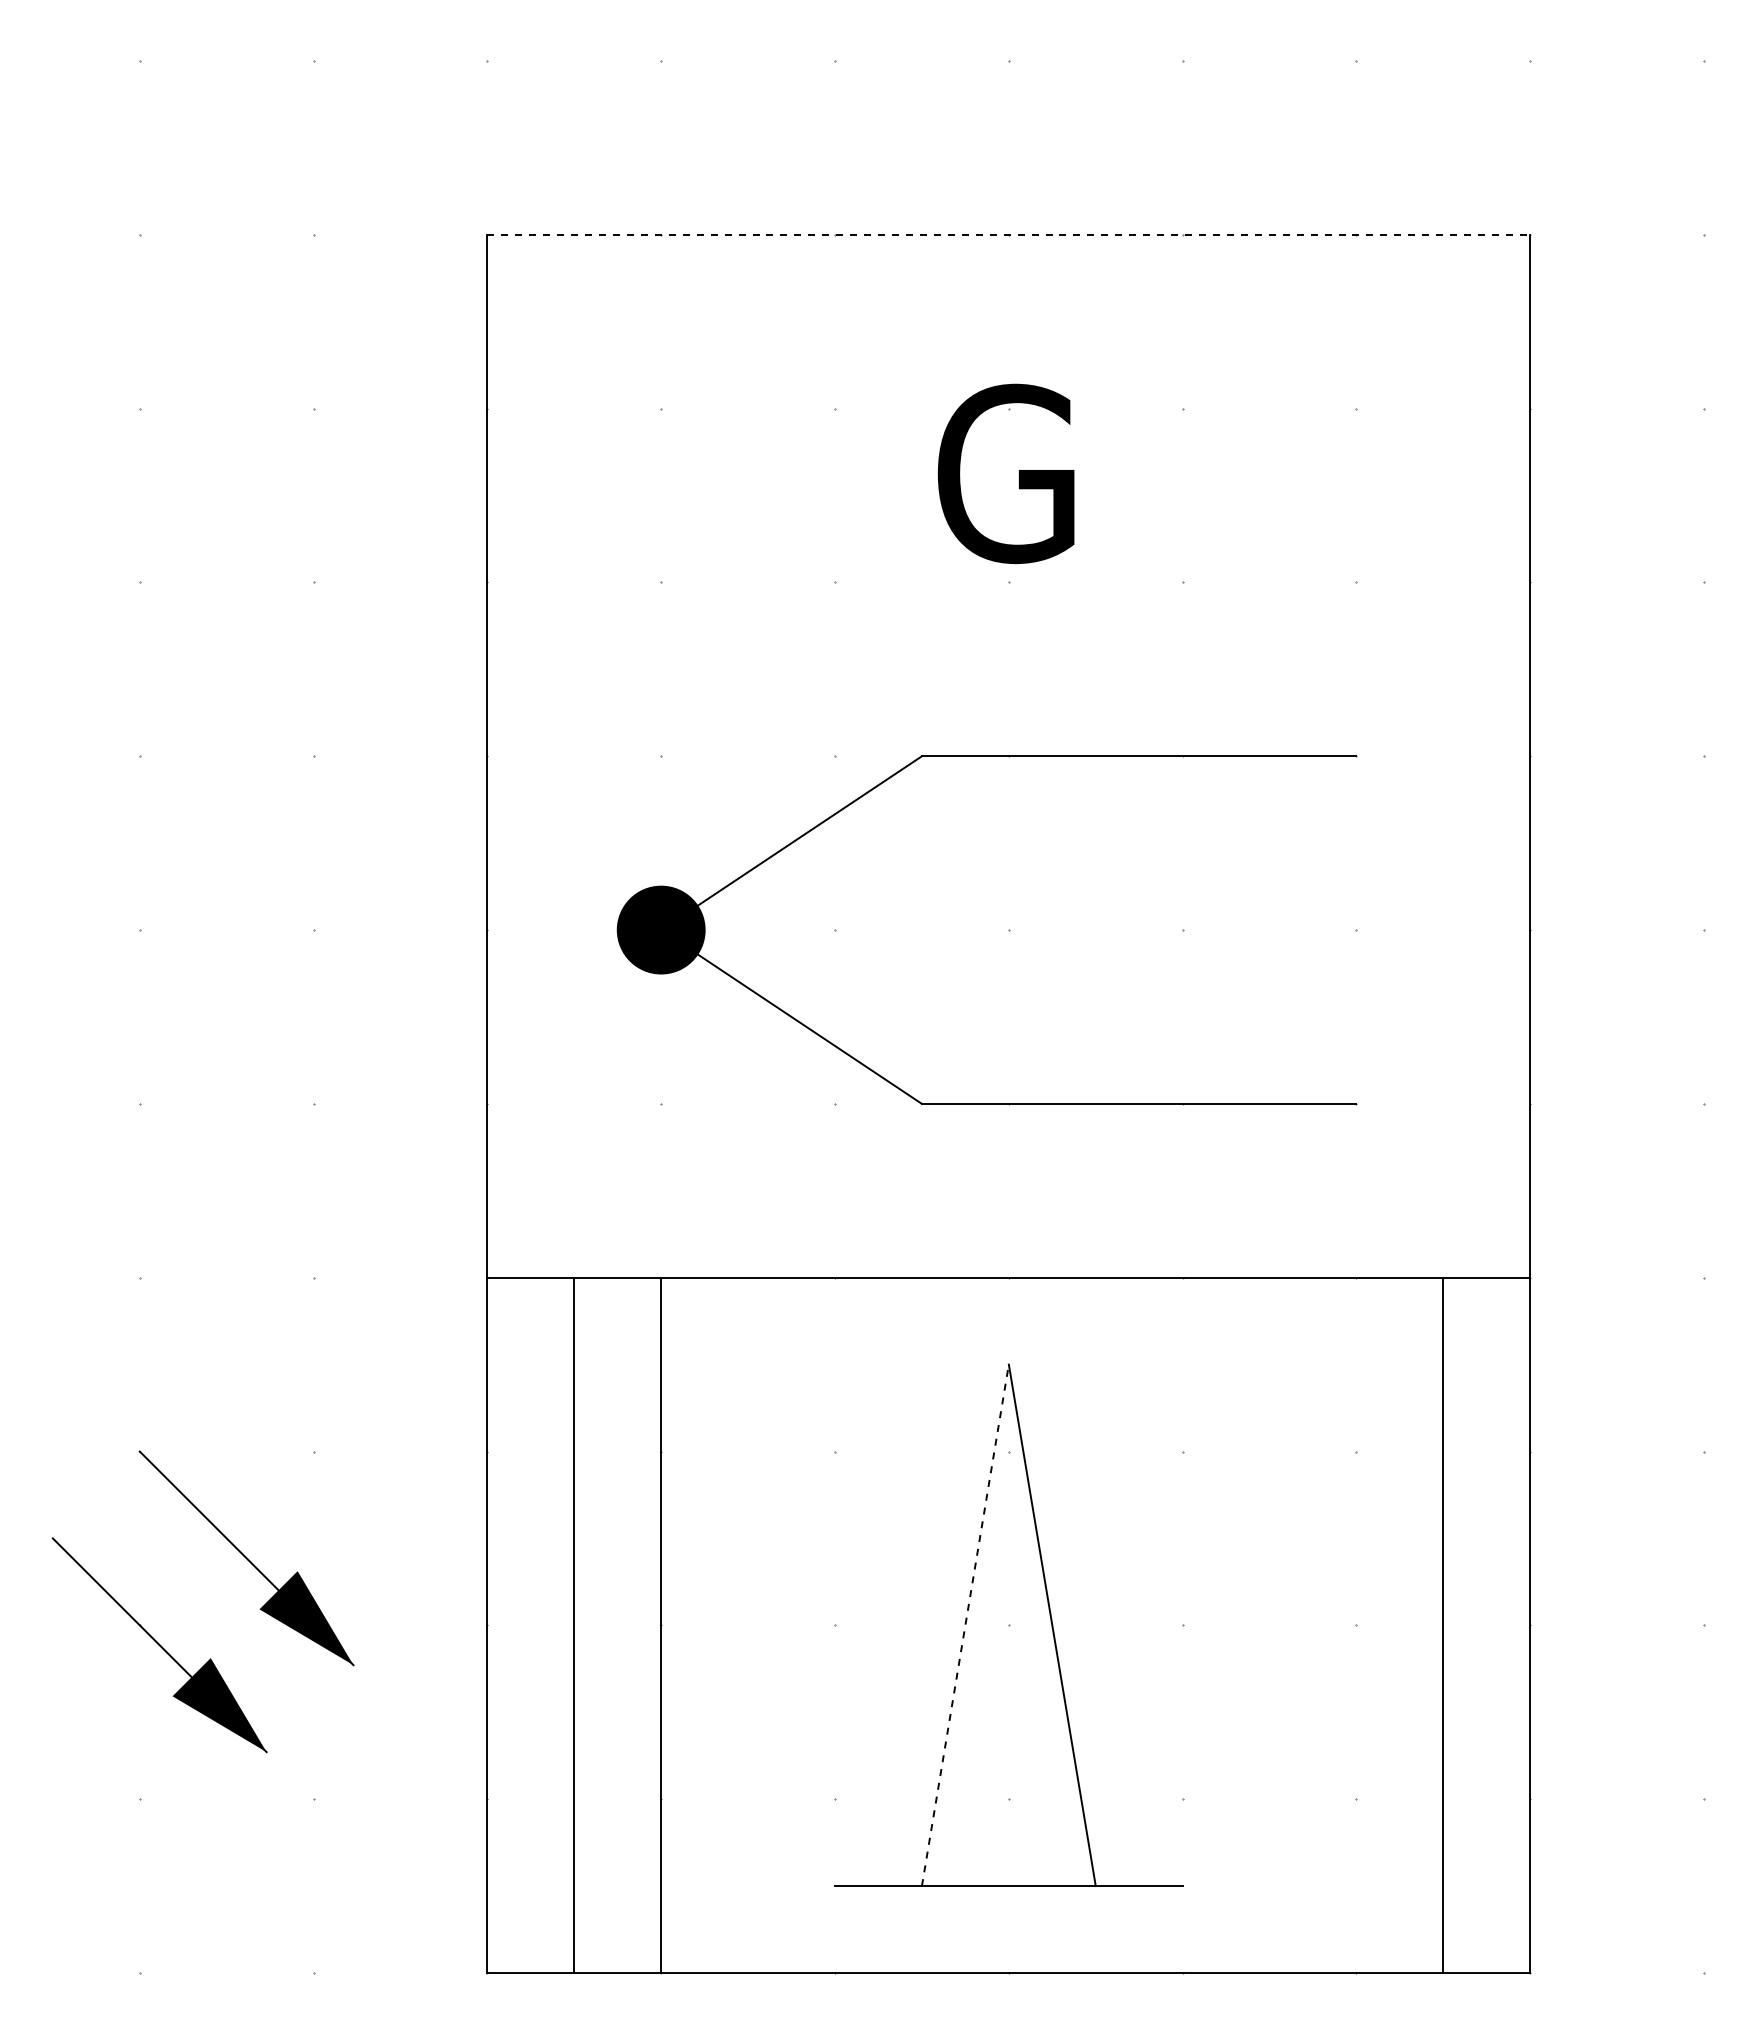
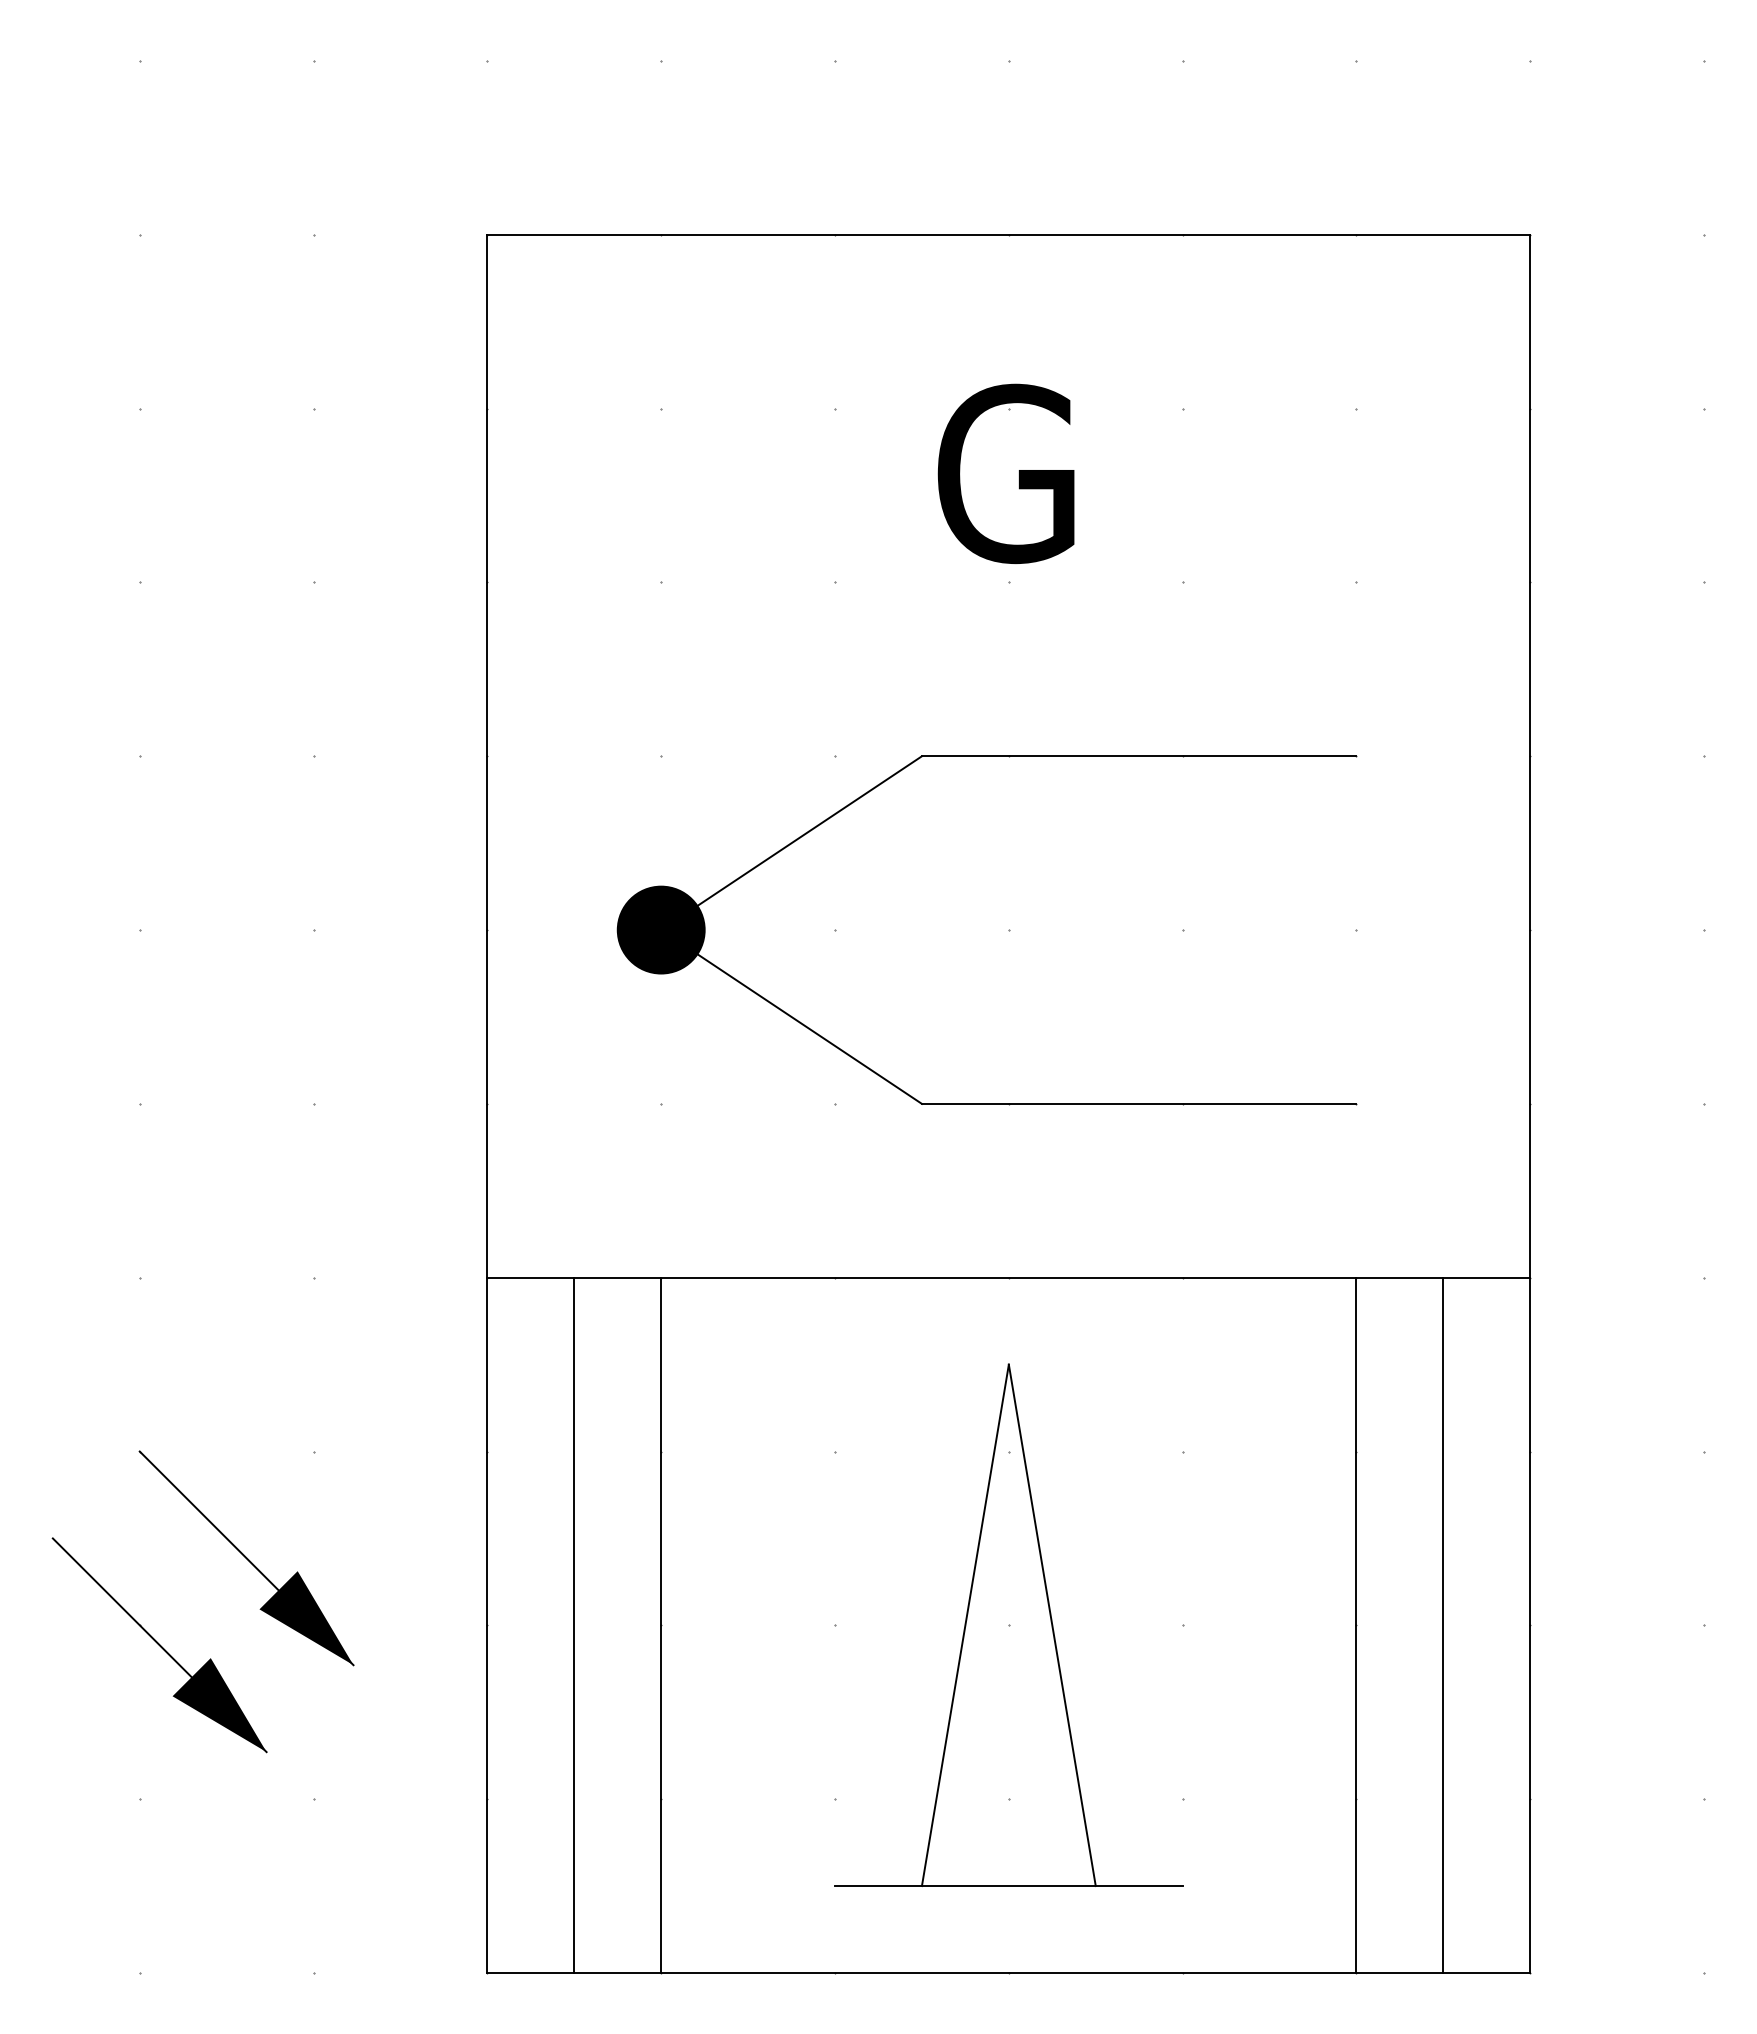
line at (1009, 234): dashed -> solid
line at (965, 1624): dashed -> solid
line at (1356, 1624): none -> present
